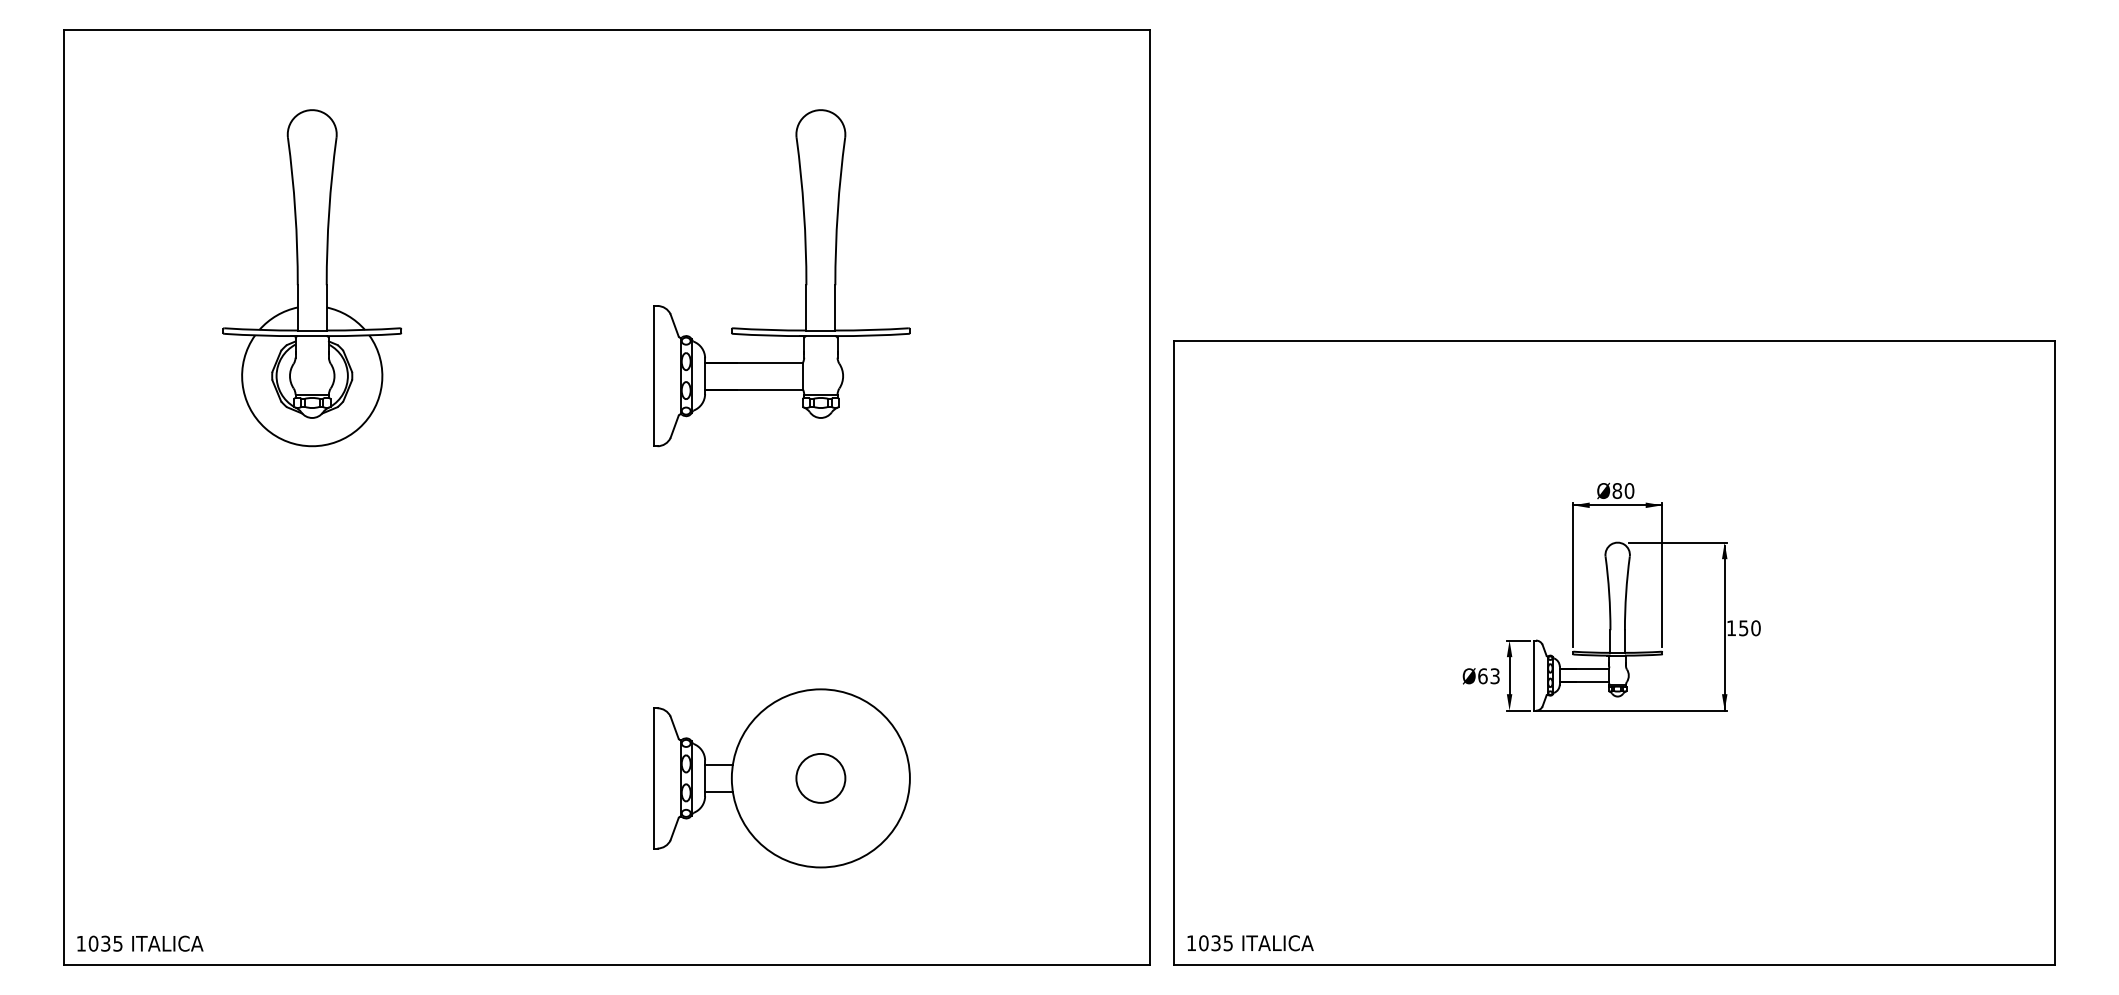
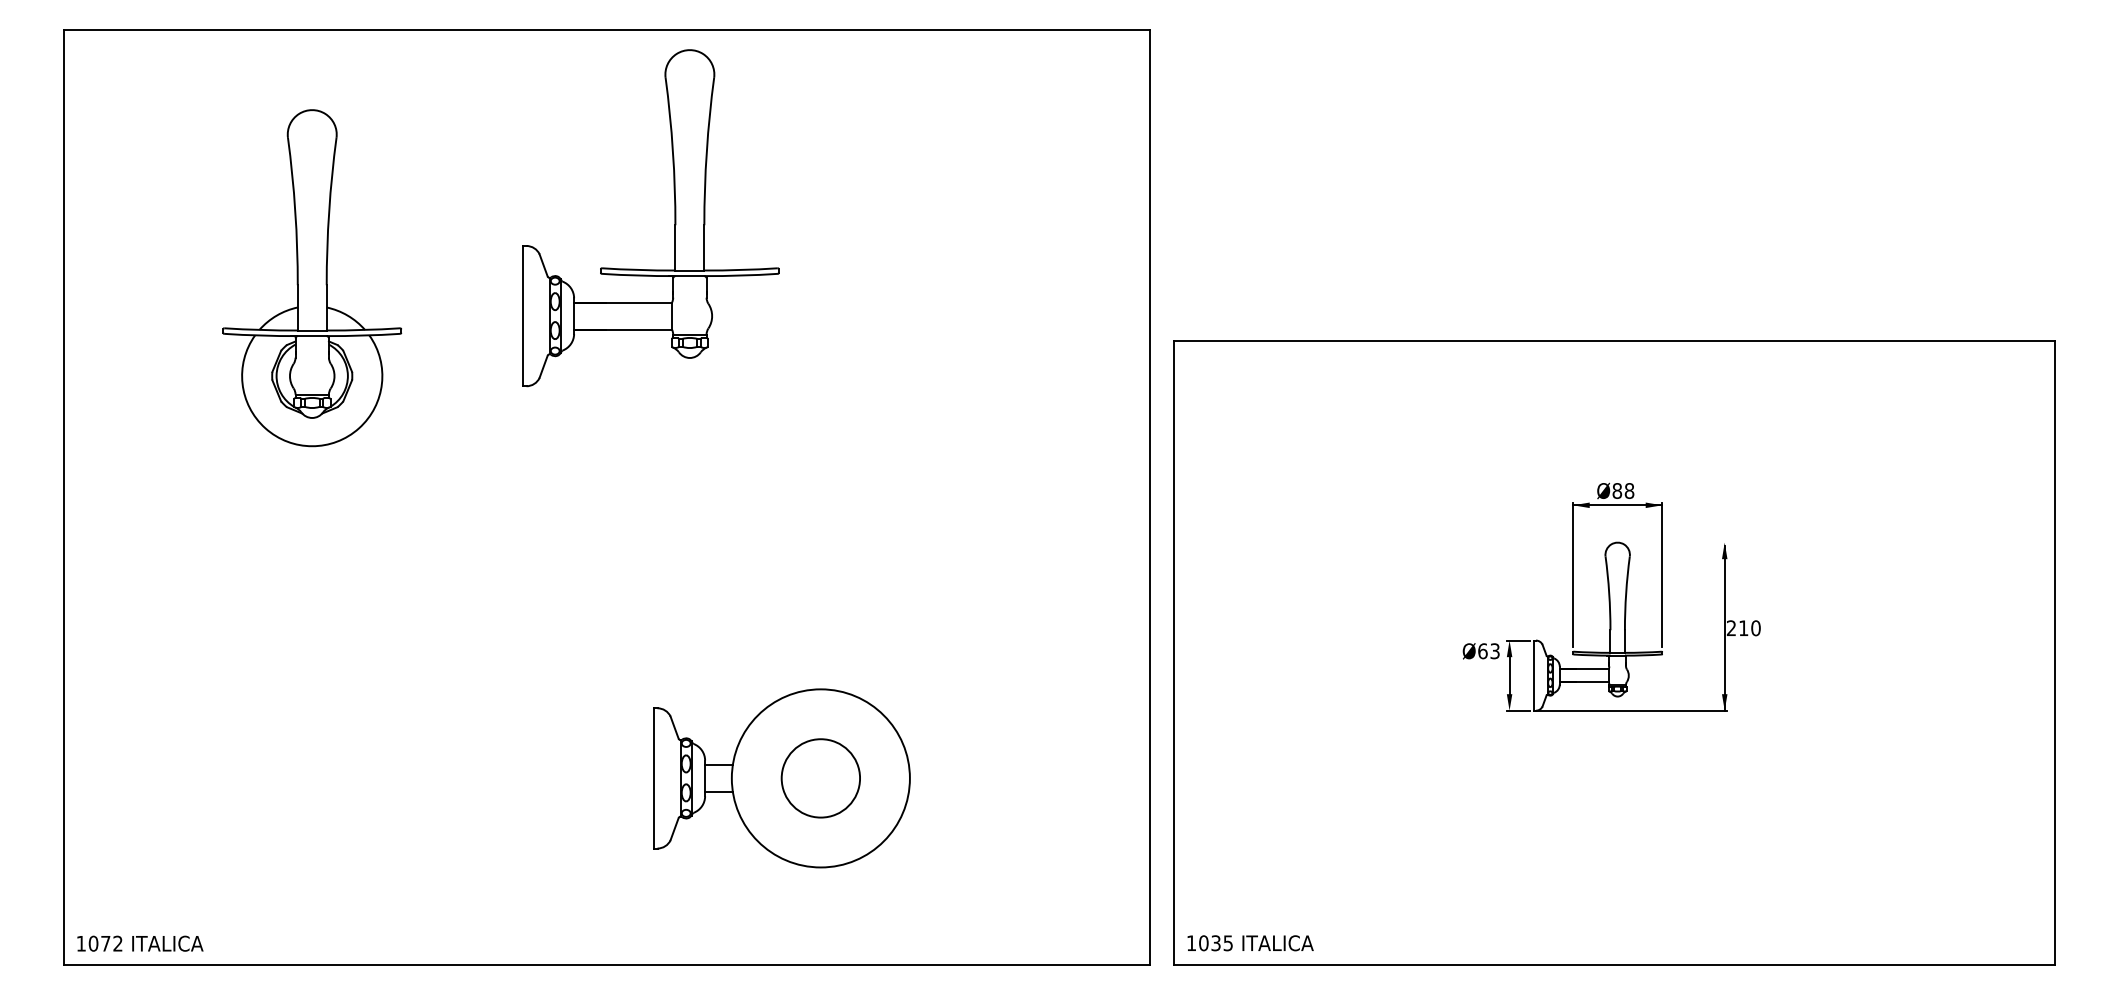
part at (805, 278) position: (805, 278) -> (674, 218)
text at (1629, 490): Ø80 -> Ø88
line at (1677, 542): present -> none
text at (1737, 628): 150 -> 210
text at (1480, 676) position: (1480, 676) -> (1480, 651)
circle at (820, 777) diameter: 49 px -> 78 px
text at (111, 943): 1035 -> 1072
